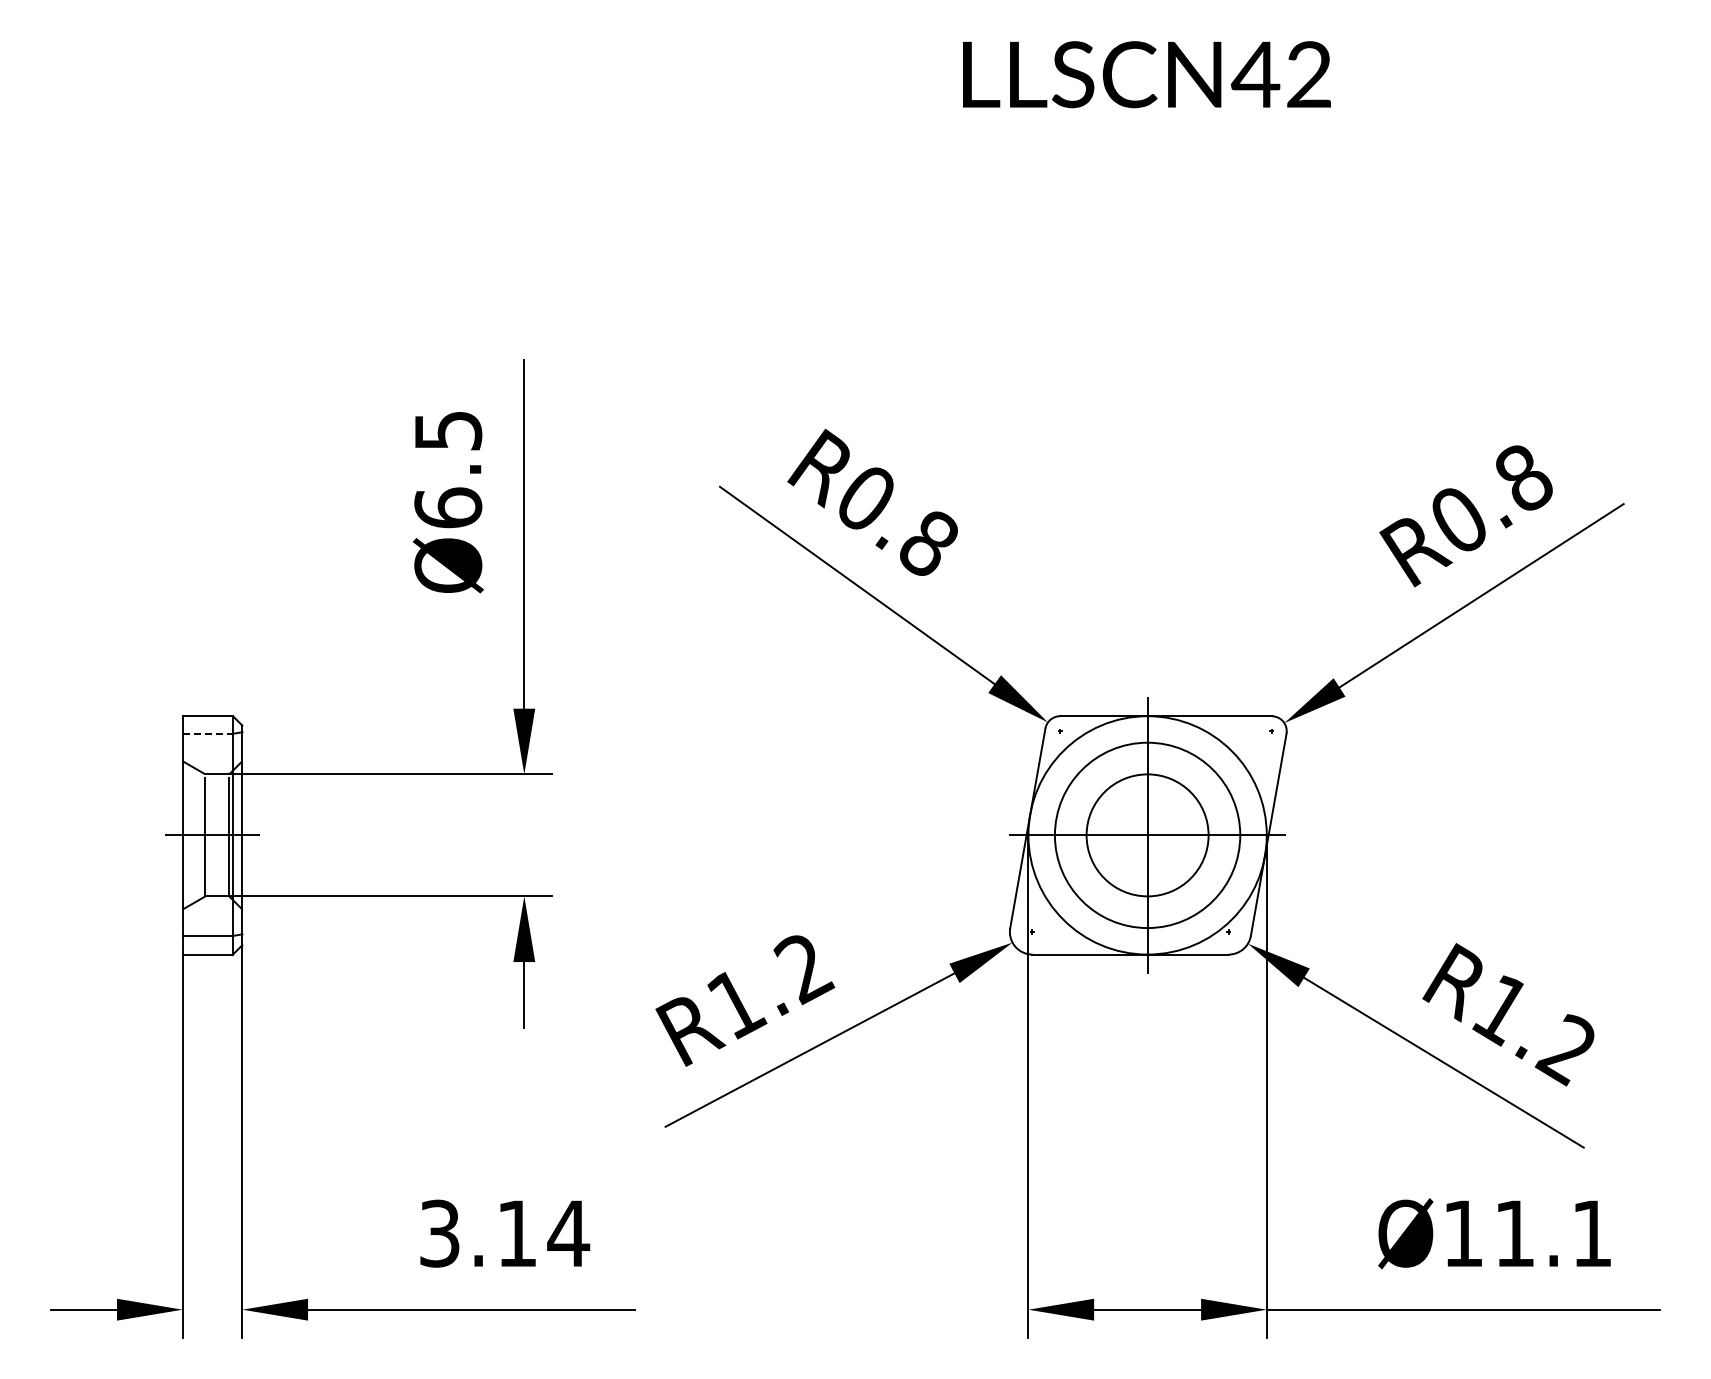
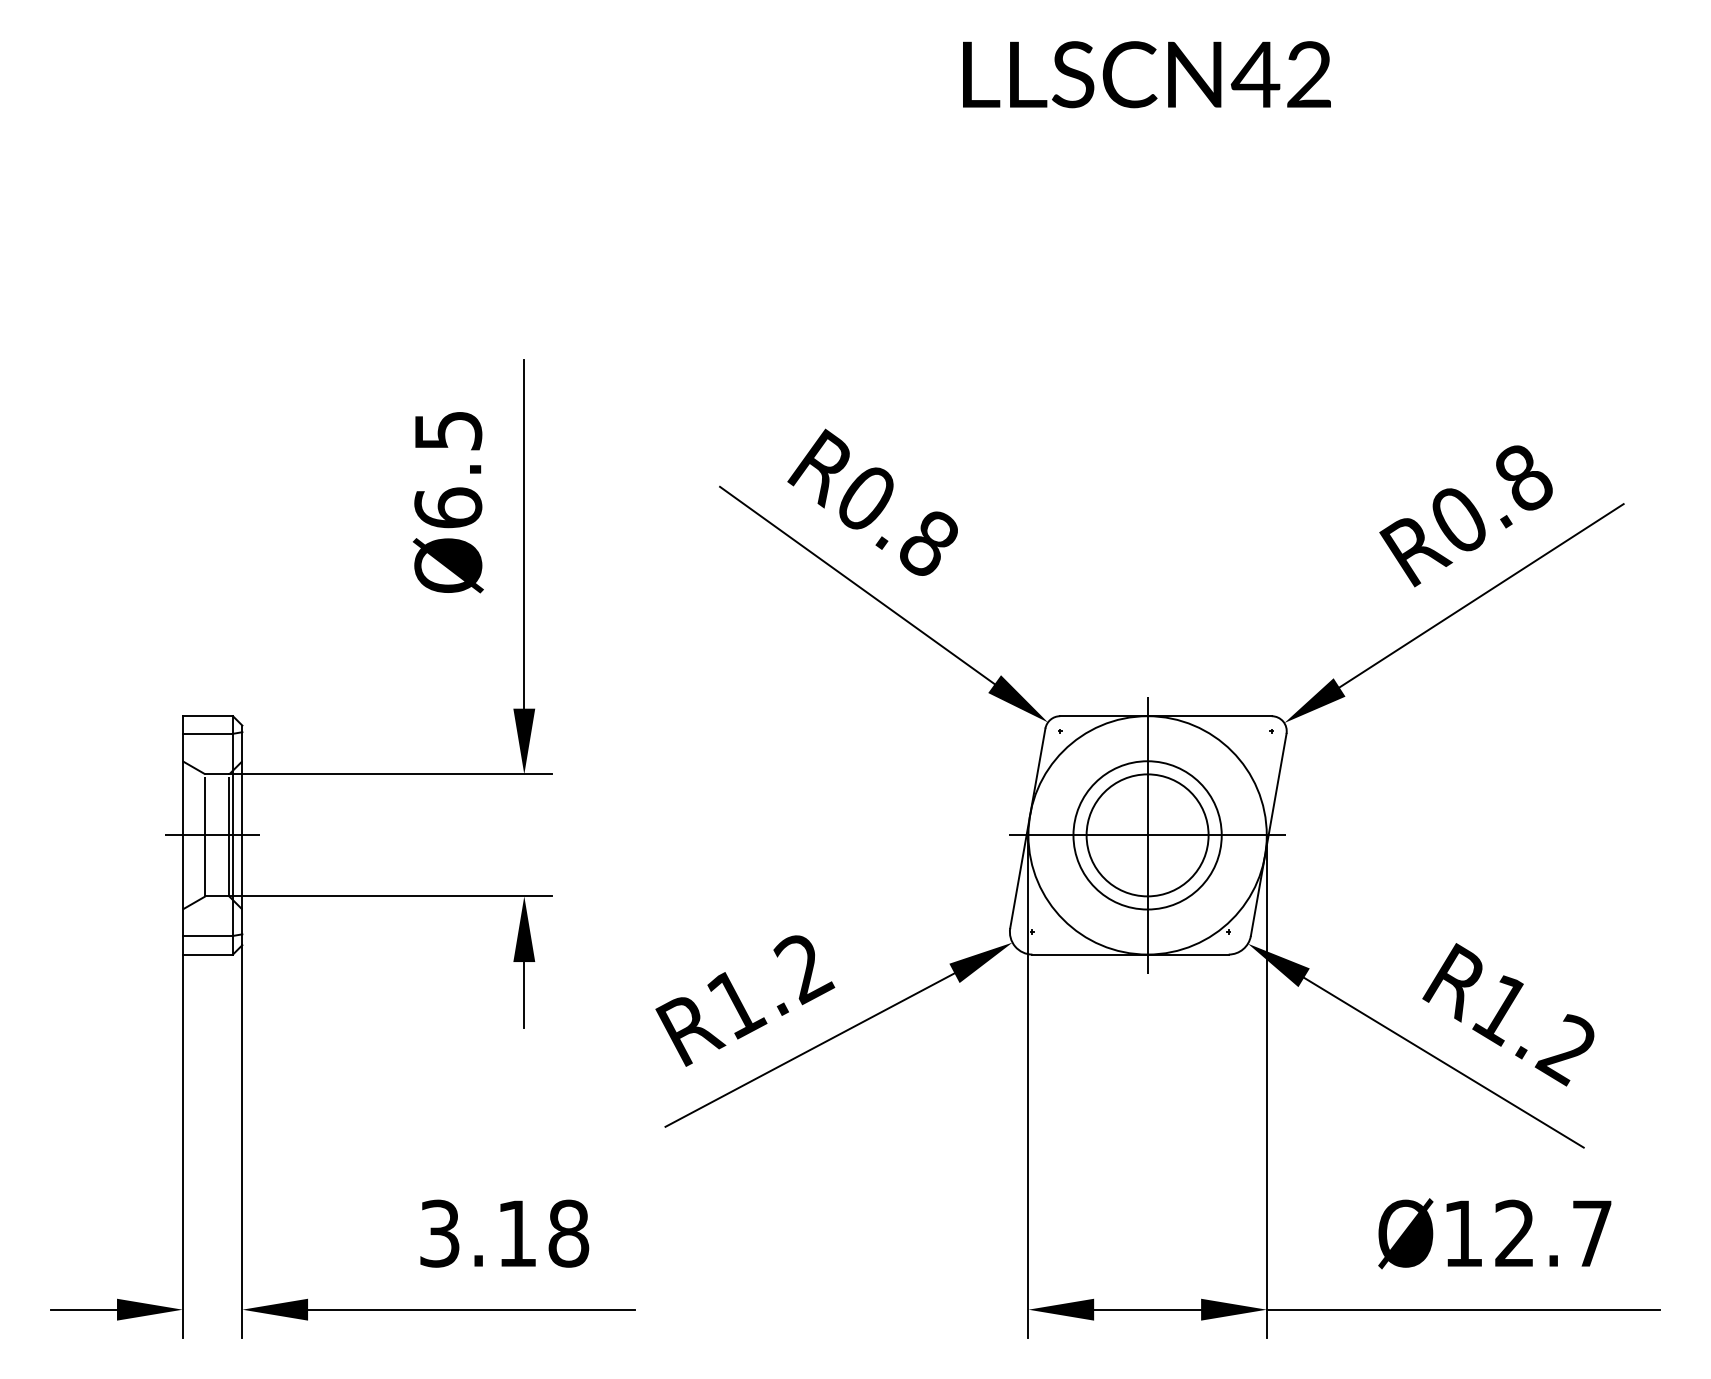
line at (208, 733): dashed -> solid
circle at (1147, 835) diameter: 185 px -> 148 px
text at (1553, 1232): Ø11.1 -> Ø12.7
text at (568, 1233): 3.14 -> 3.18
